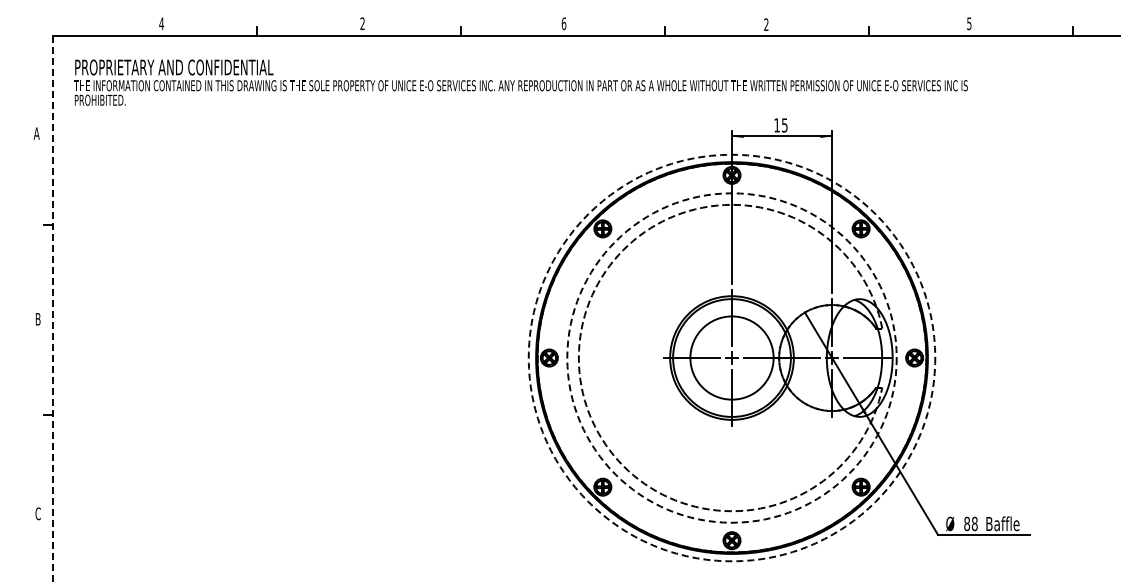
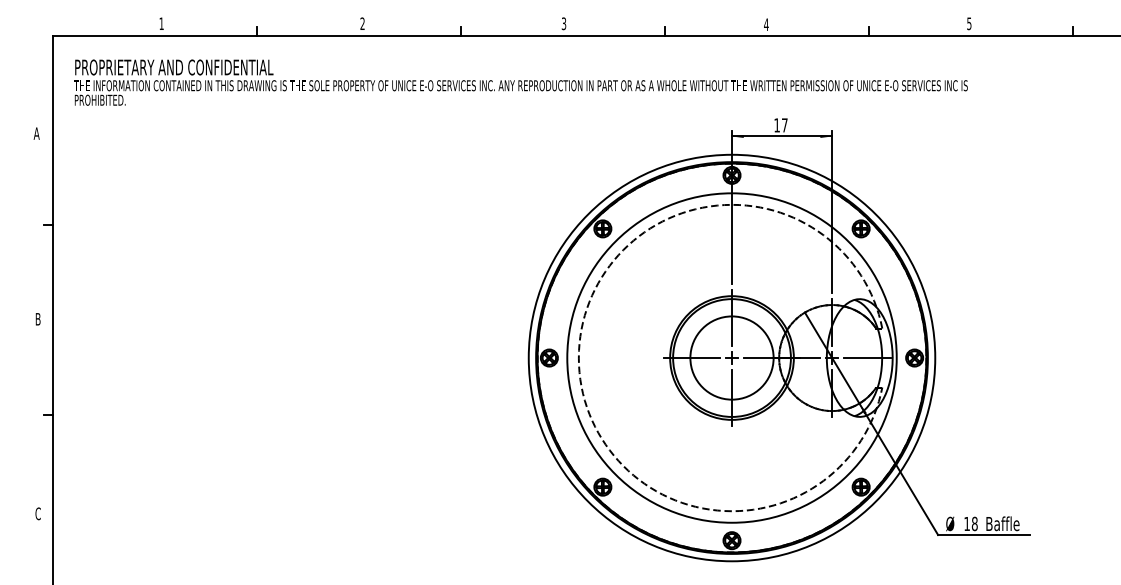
text at (161, 23): 4 -> 1
text at (563, 23): 6 -> 3
text at (766, 24): 2 -> 4
text at (784, 125): 15 -> 17
line at (53, 310): dashed -> solid
circle at (731, 357): dashed -> solid
circle at (731, 357): dashed -> solid
text at (967, 523): 88 -> 18
